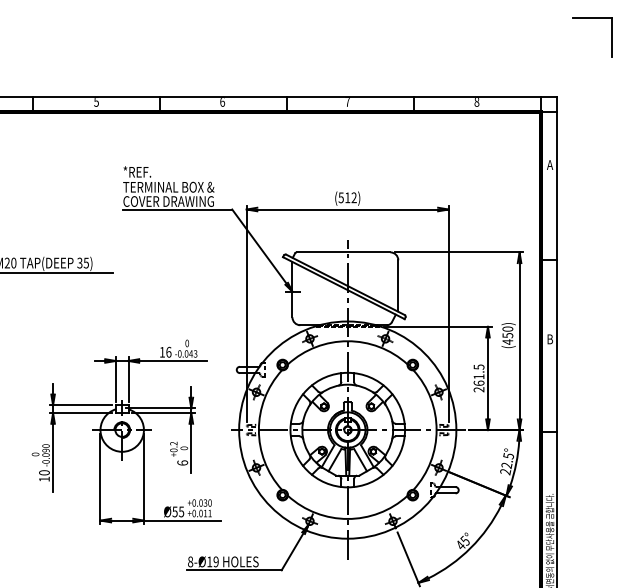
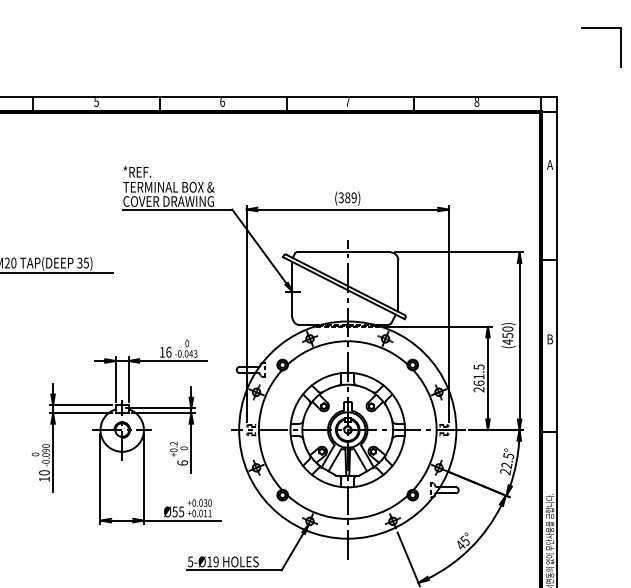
part at (592, 18) position: (592, 18) -> (601, 28)
text at (347, 197): (512) -> (389)
text at (190, 561): 8-Ø19 -> 5-Ø19
